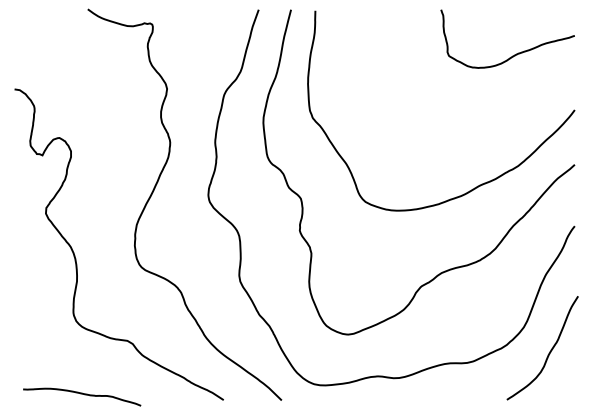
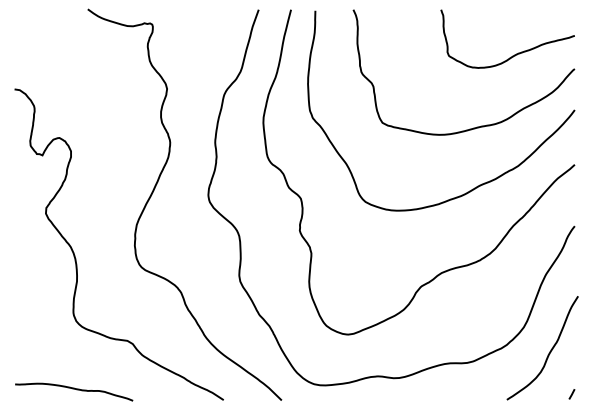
curve at (477, 126): none -> present
curve at (82, 394) position: (82, 394) -> (74, 389)
line at (571, 394): none -> present
